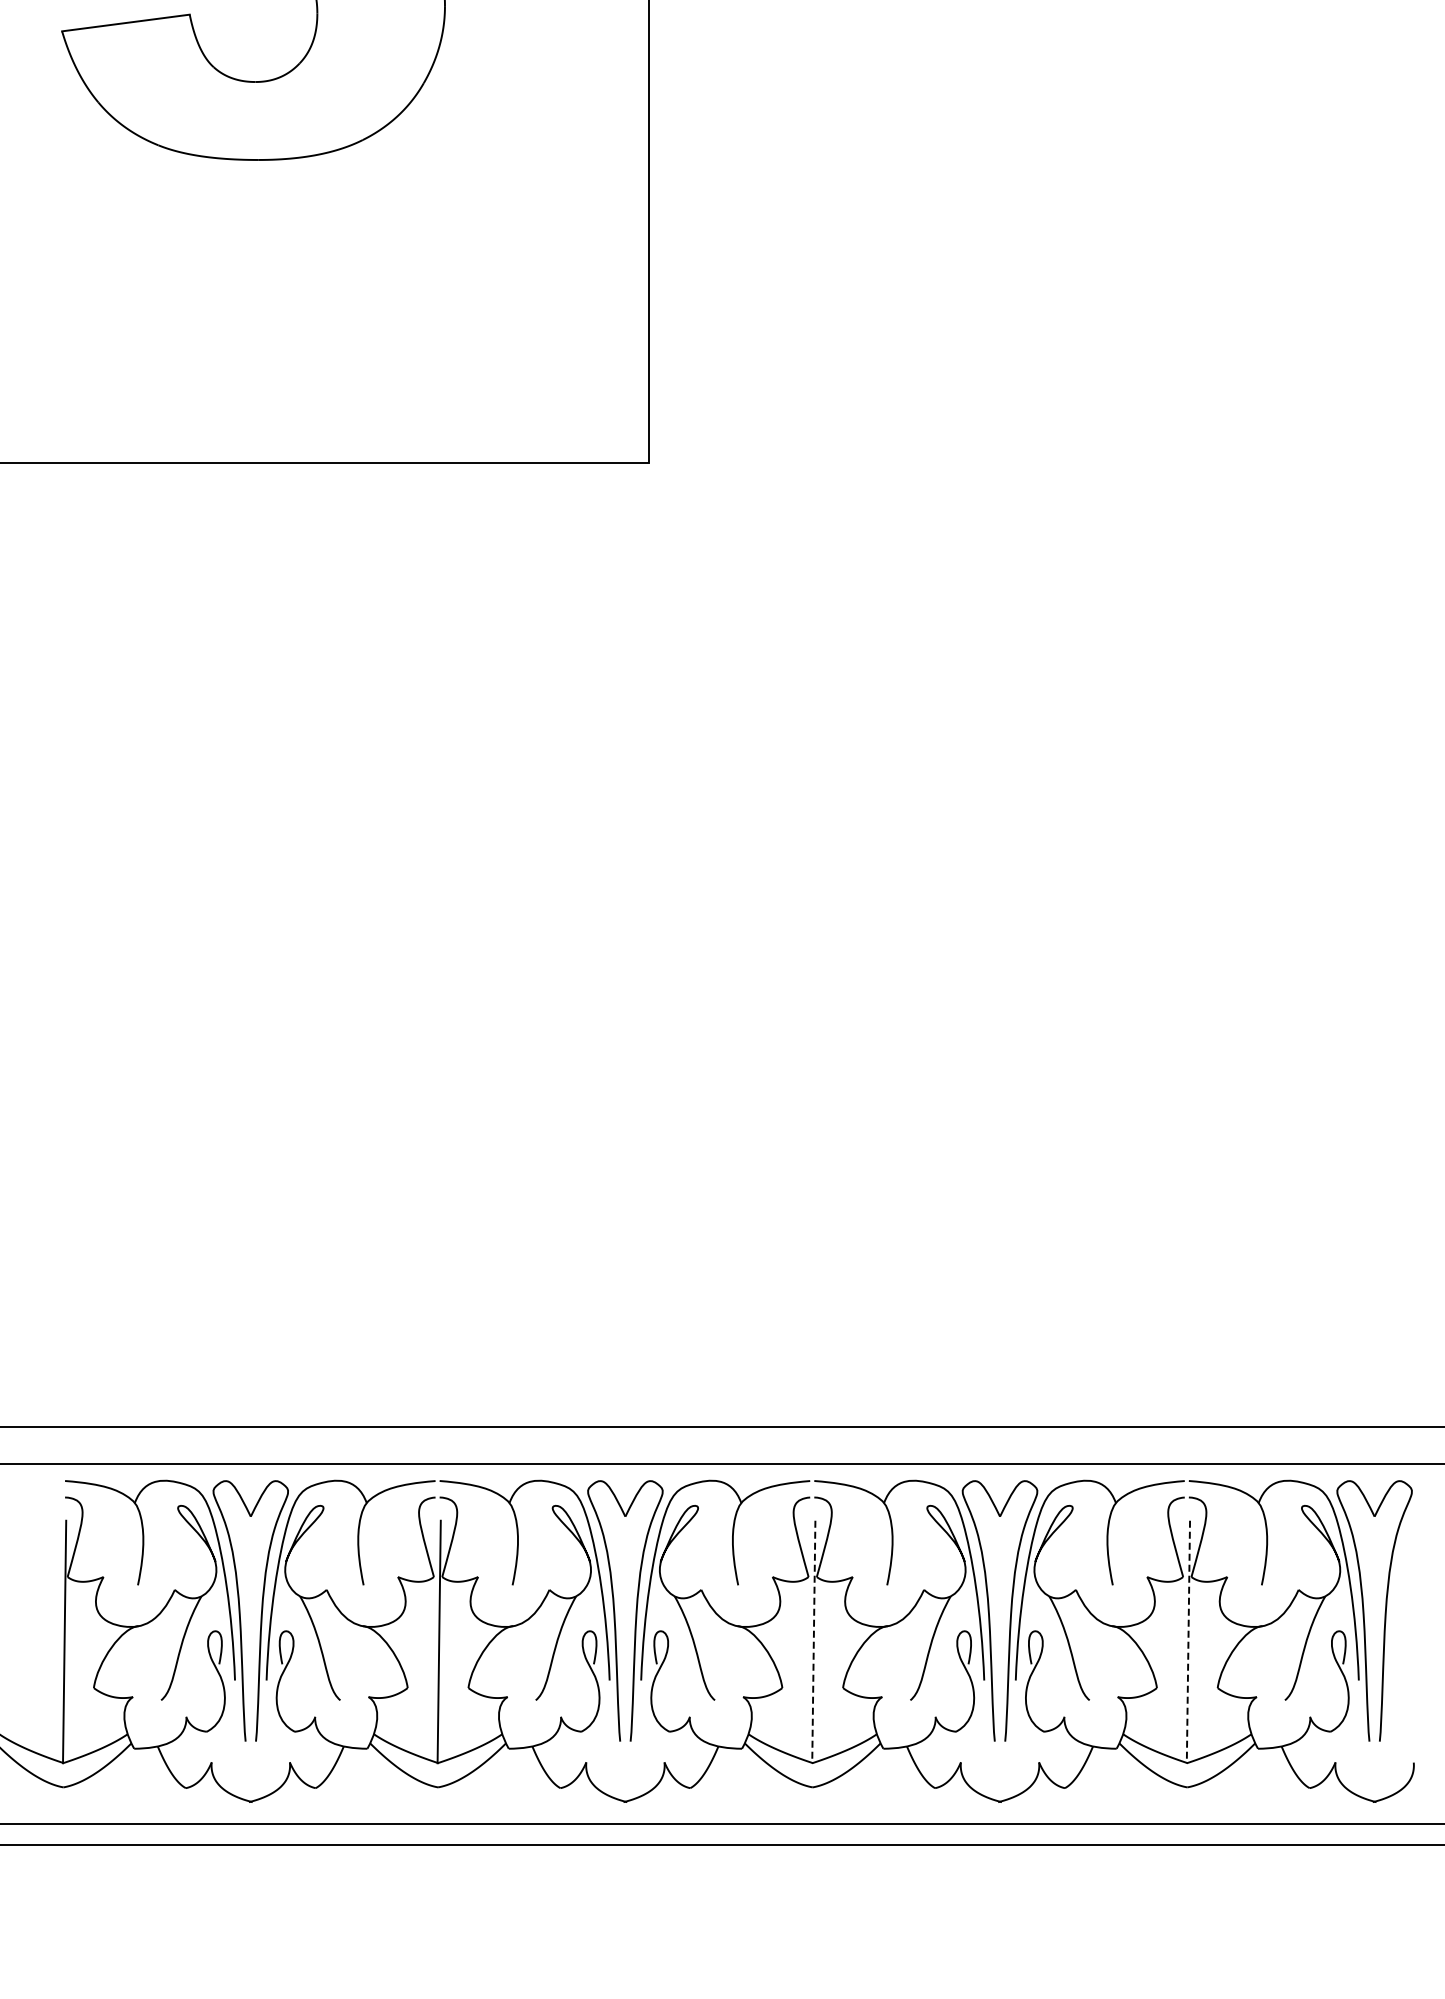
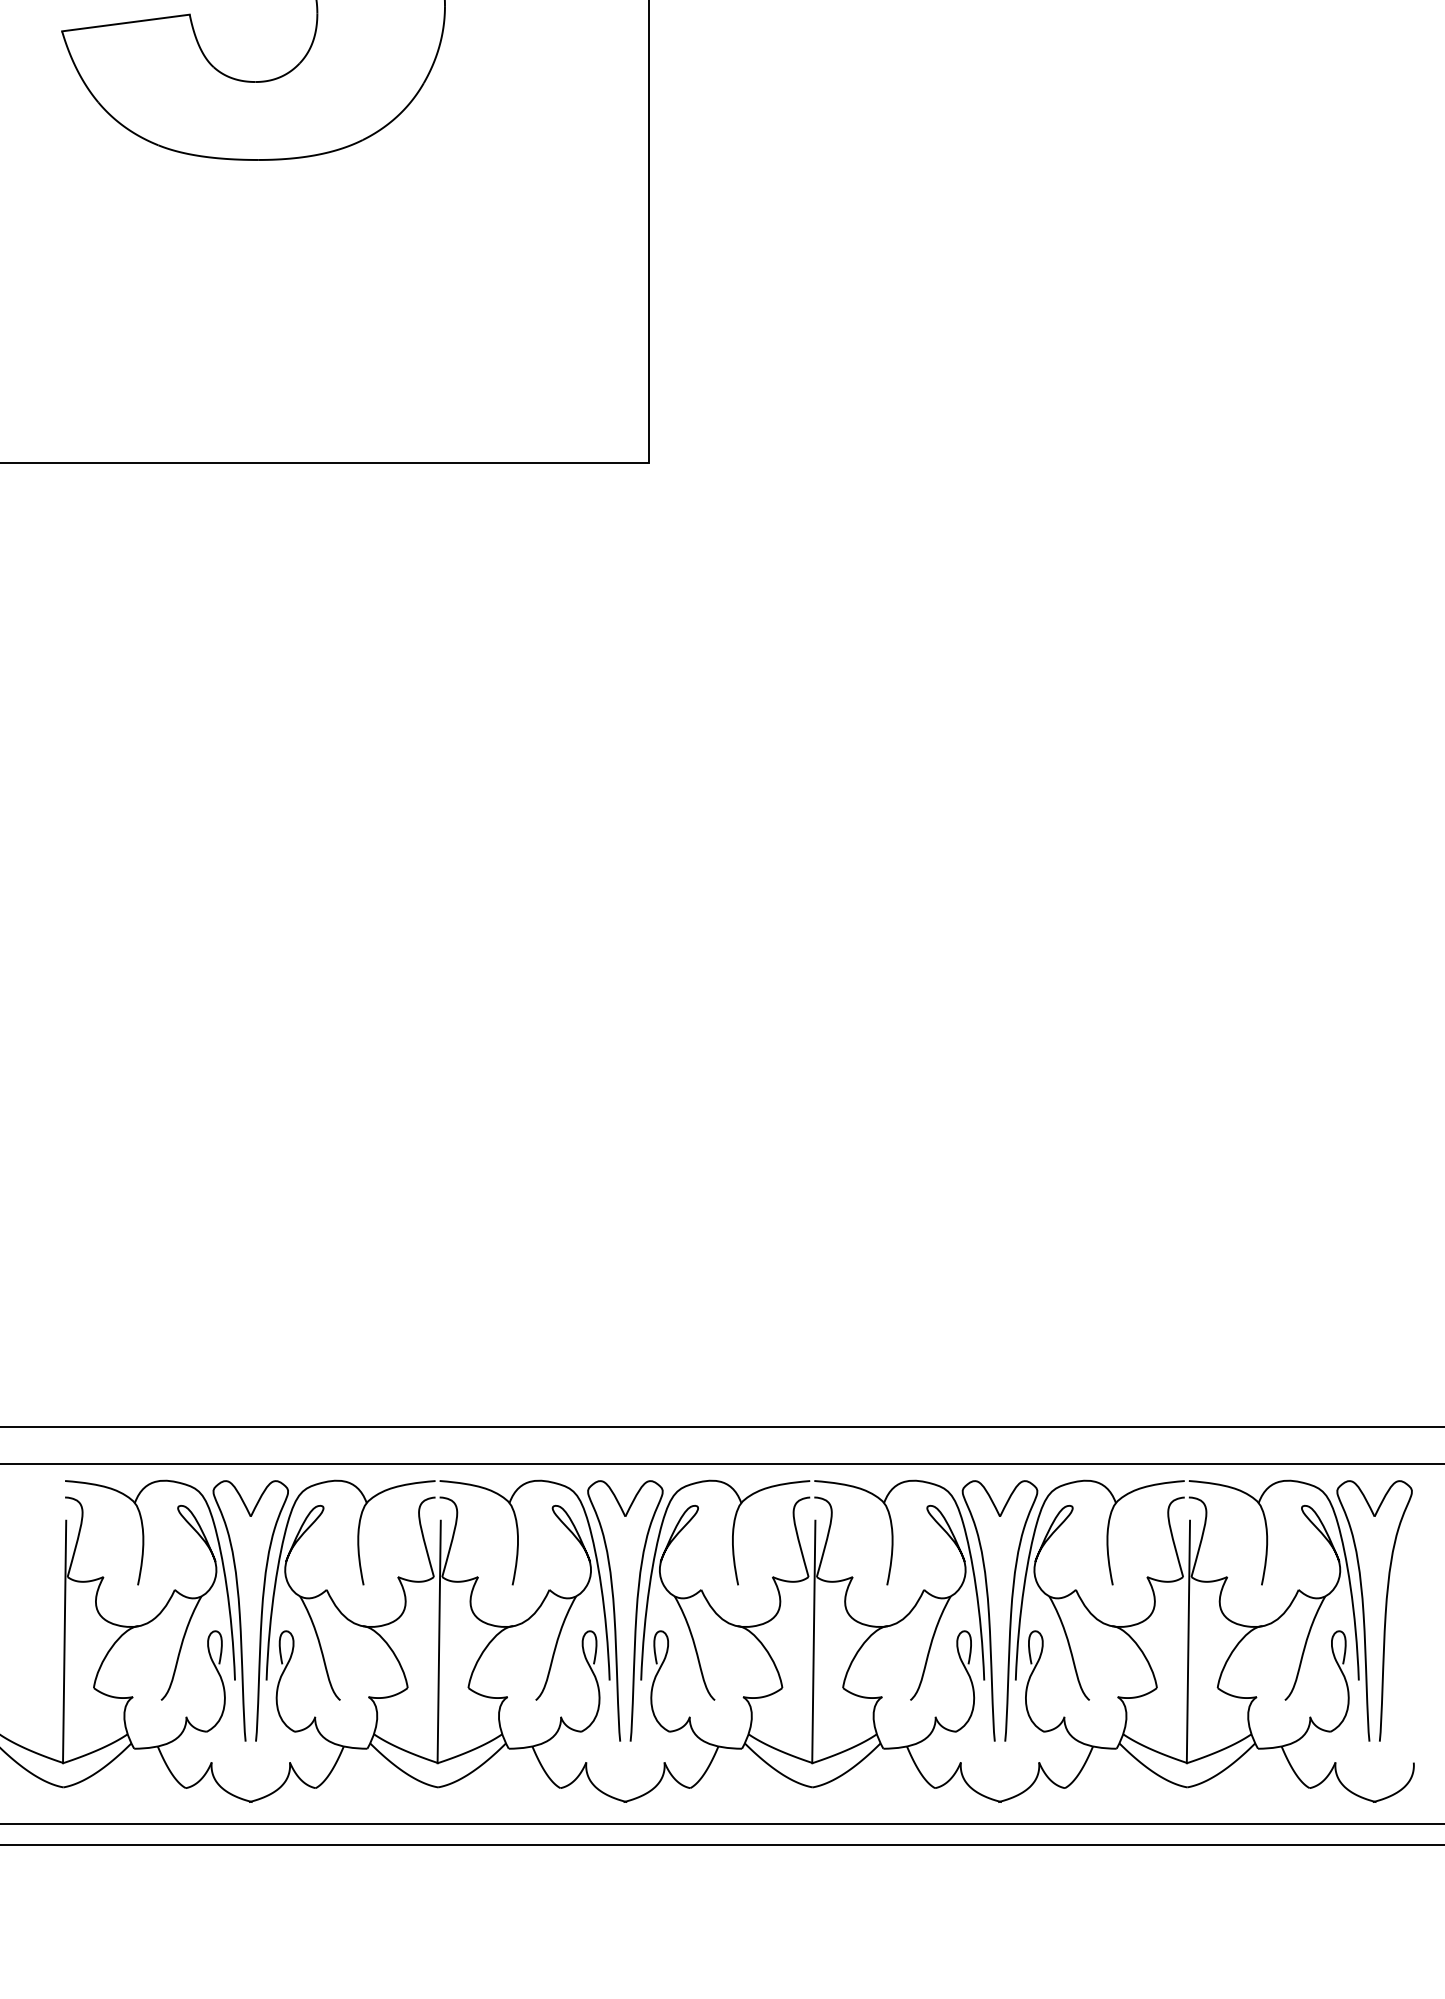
line at (813, 1642): dashed -> solid
line at (1188, 1642): dashed -> solid
